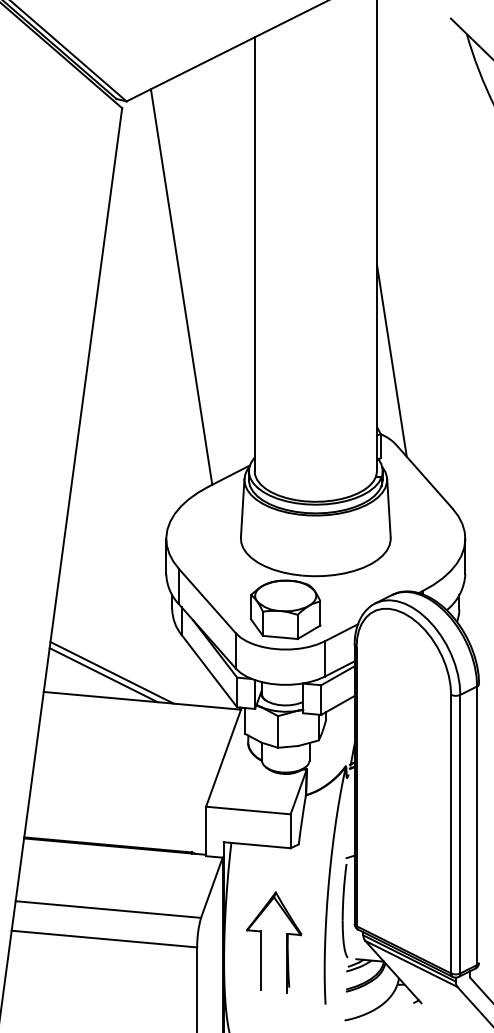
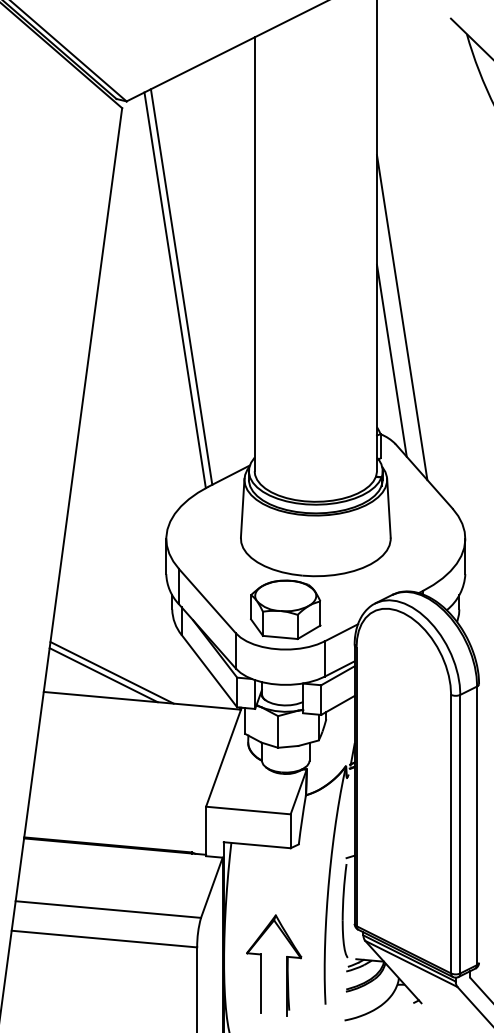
line at (174, 290): none -> present
line at (401, 317): none -> present
part at (286, 942) position: (286, 942) -> (286, 965)
